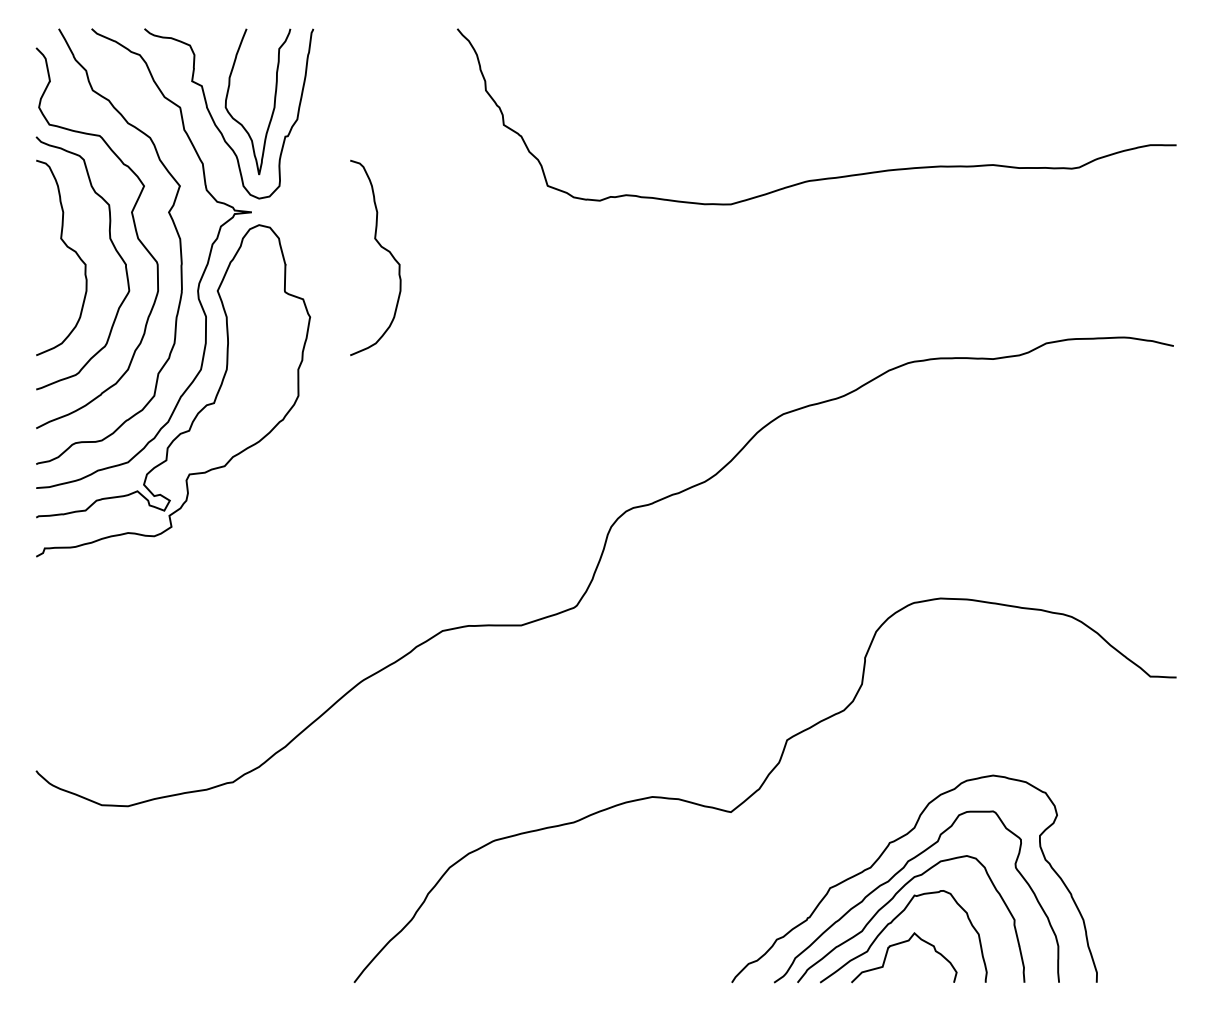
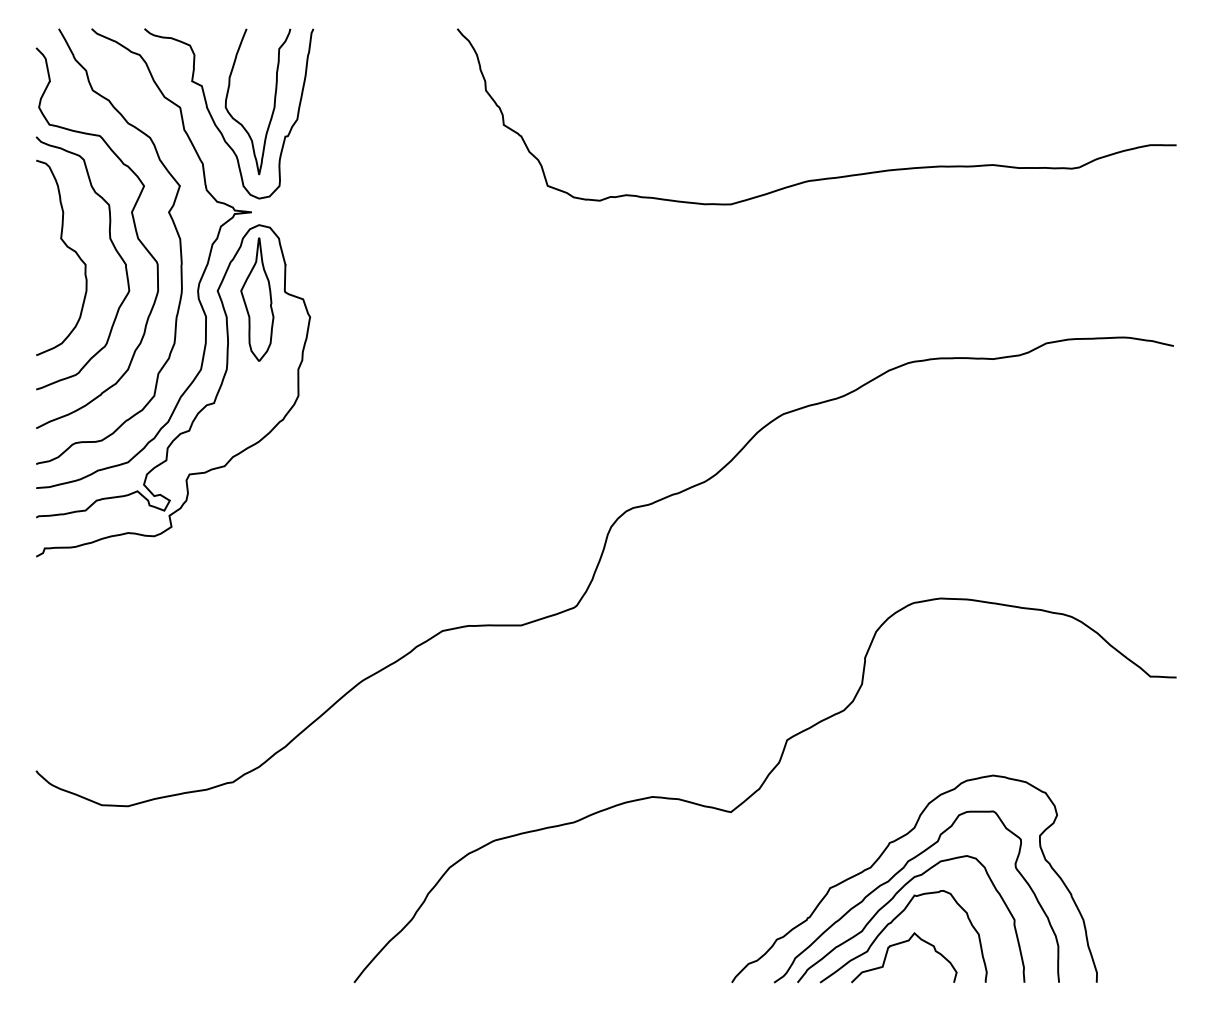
curve at (380, 247): present -> none
part at (257, 299): none -> present
